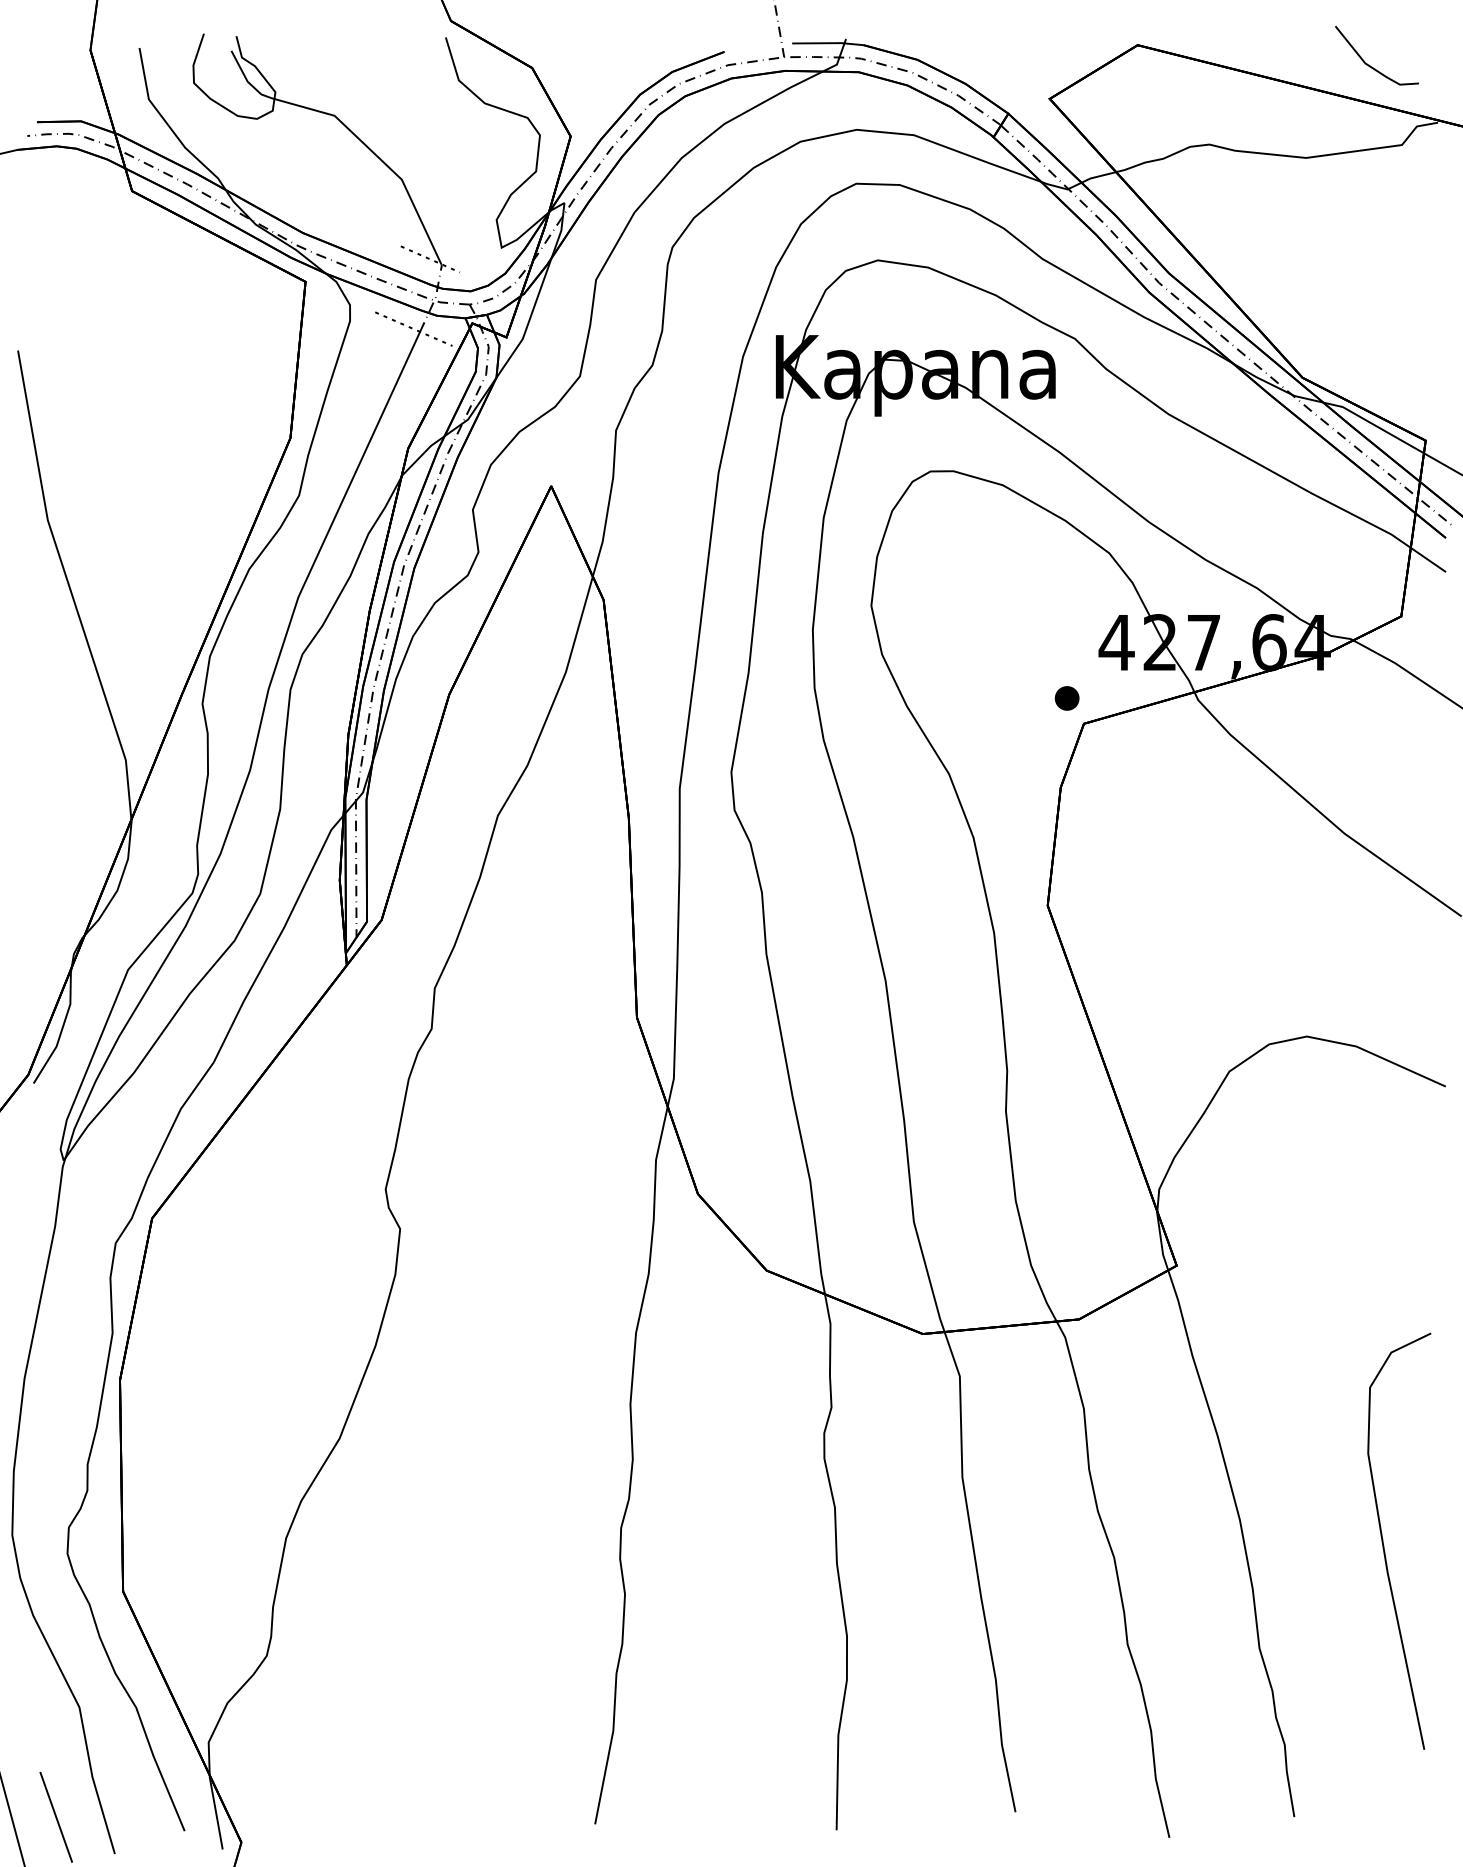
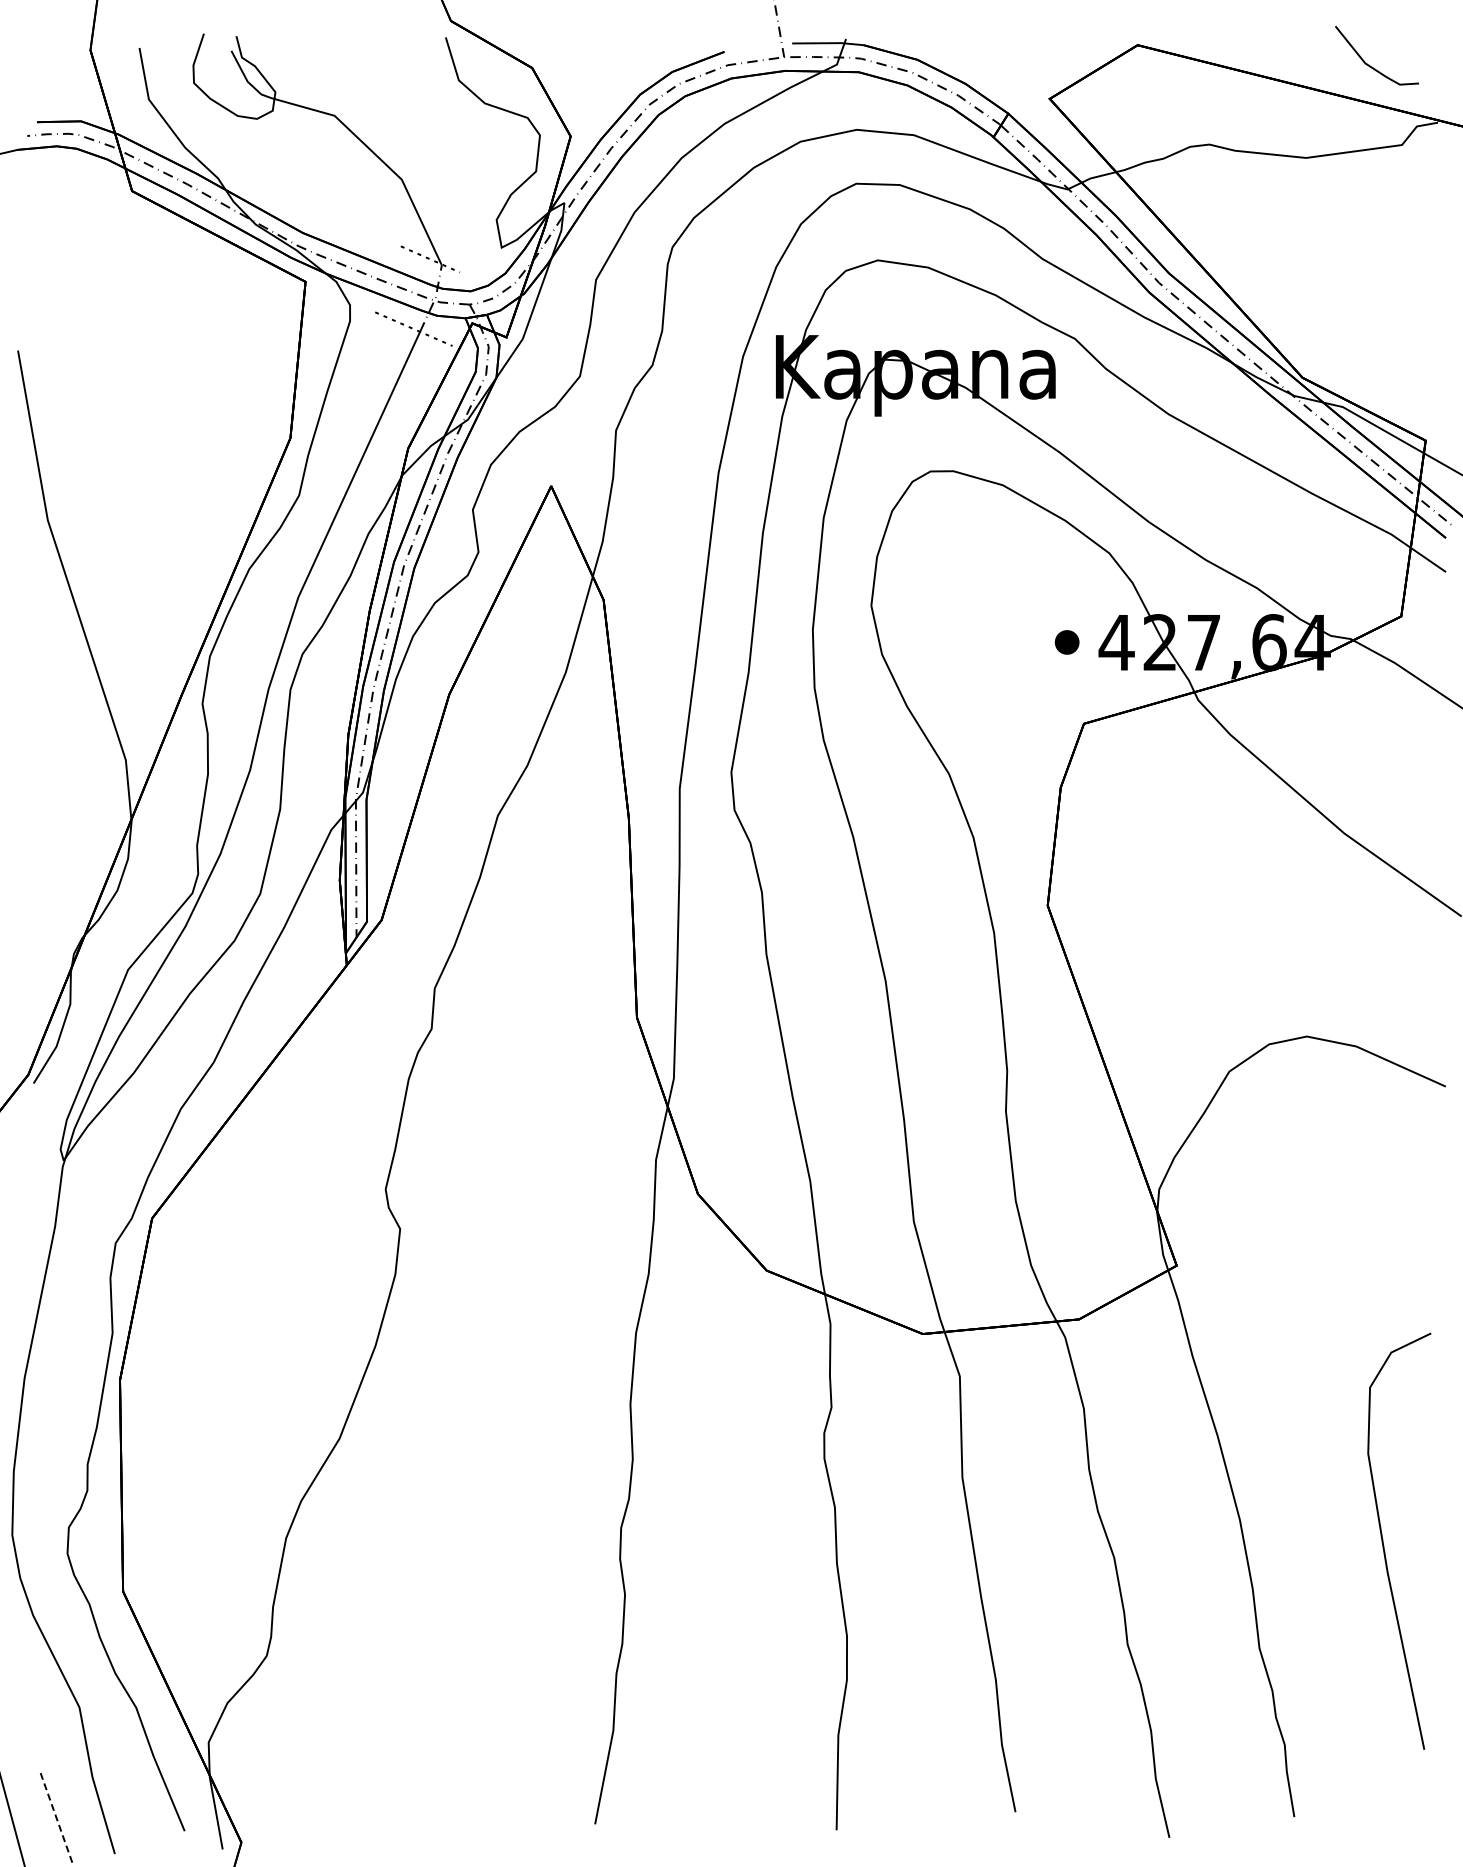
part at (1066, 698) position: (1066, 698) -> (1066, 642)
line at (56, 1816): solid -> dashed
